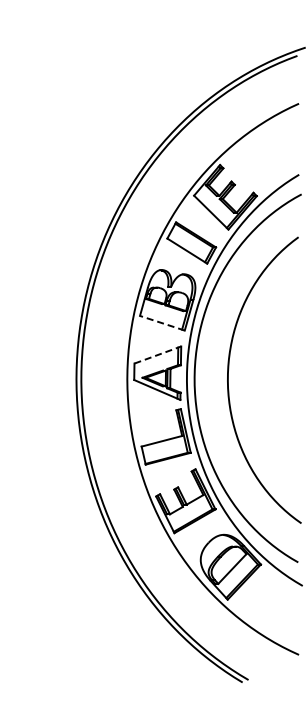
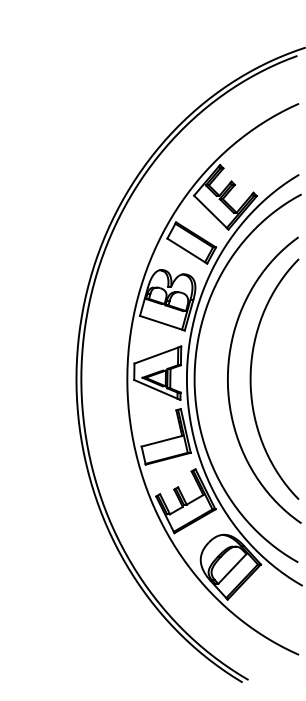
line at (162, 323): dashed -> solid
line at (157, 355): dashed -> solid
curve at (251, 378): none -> present
